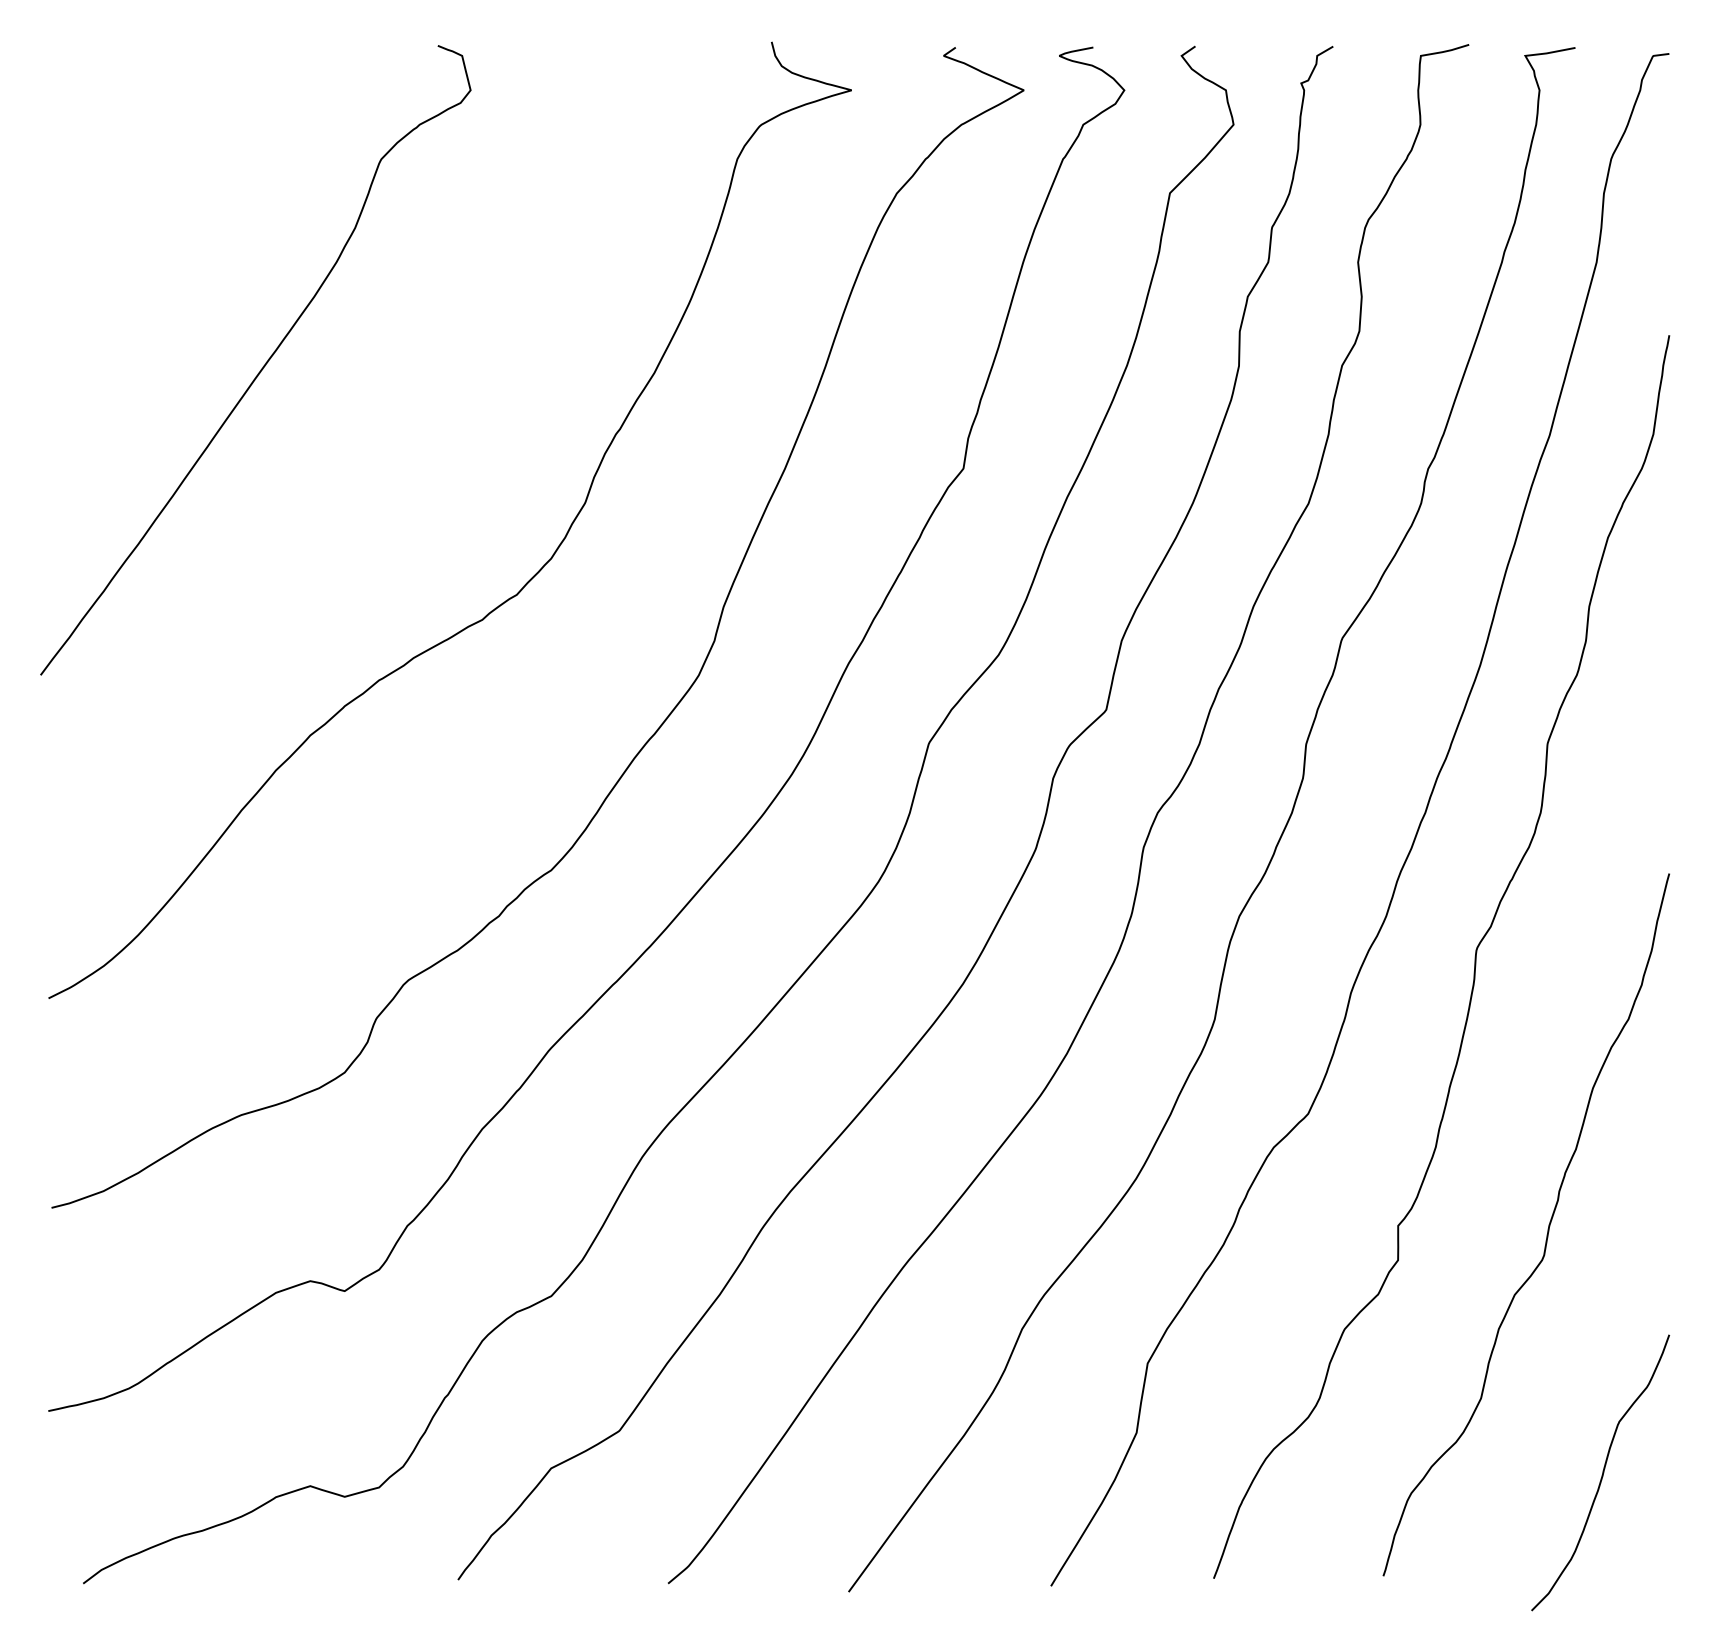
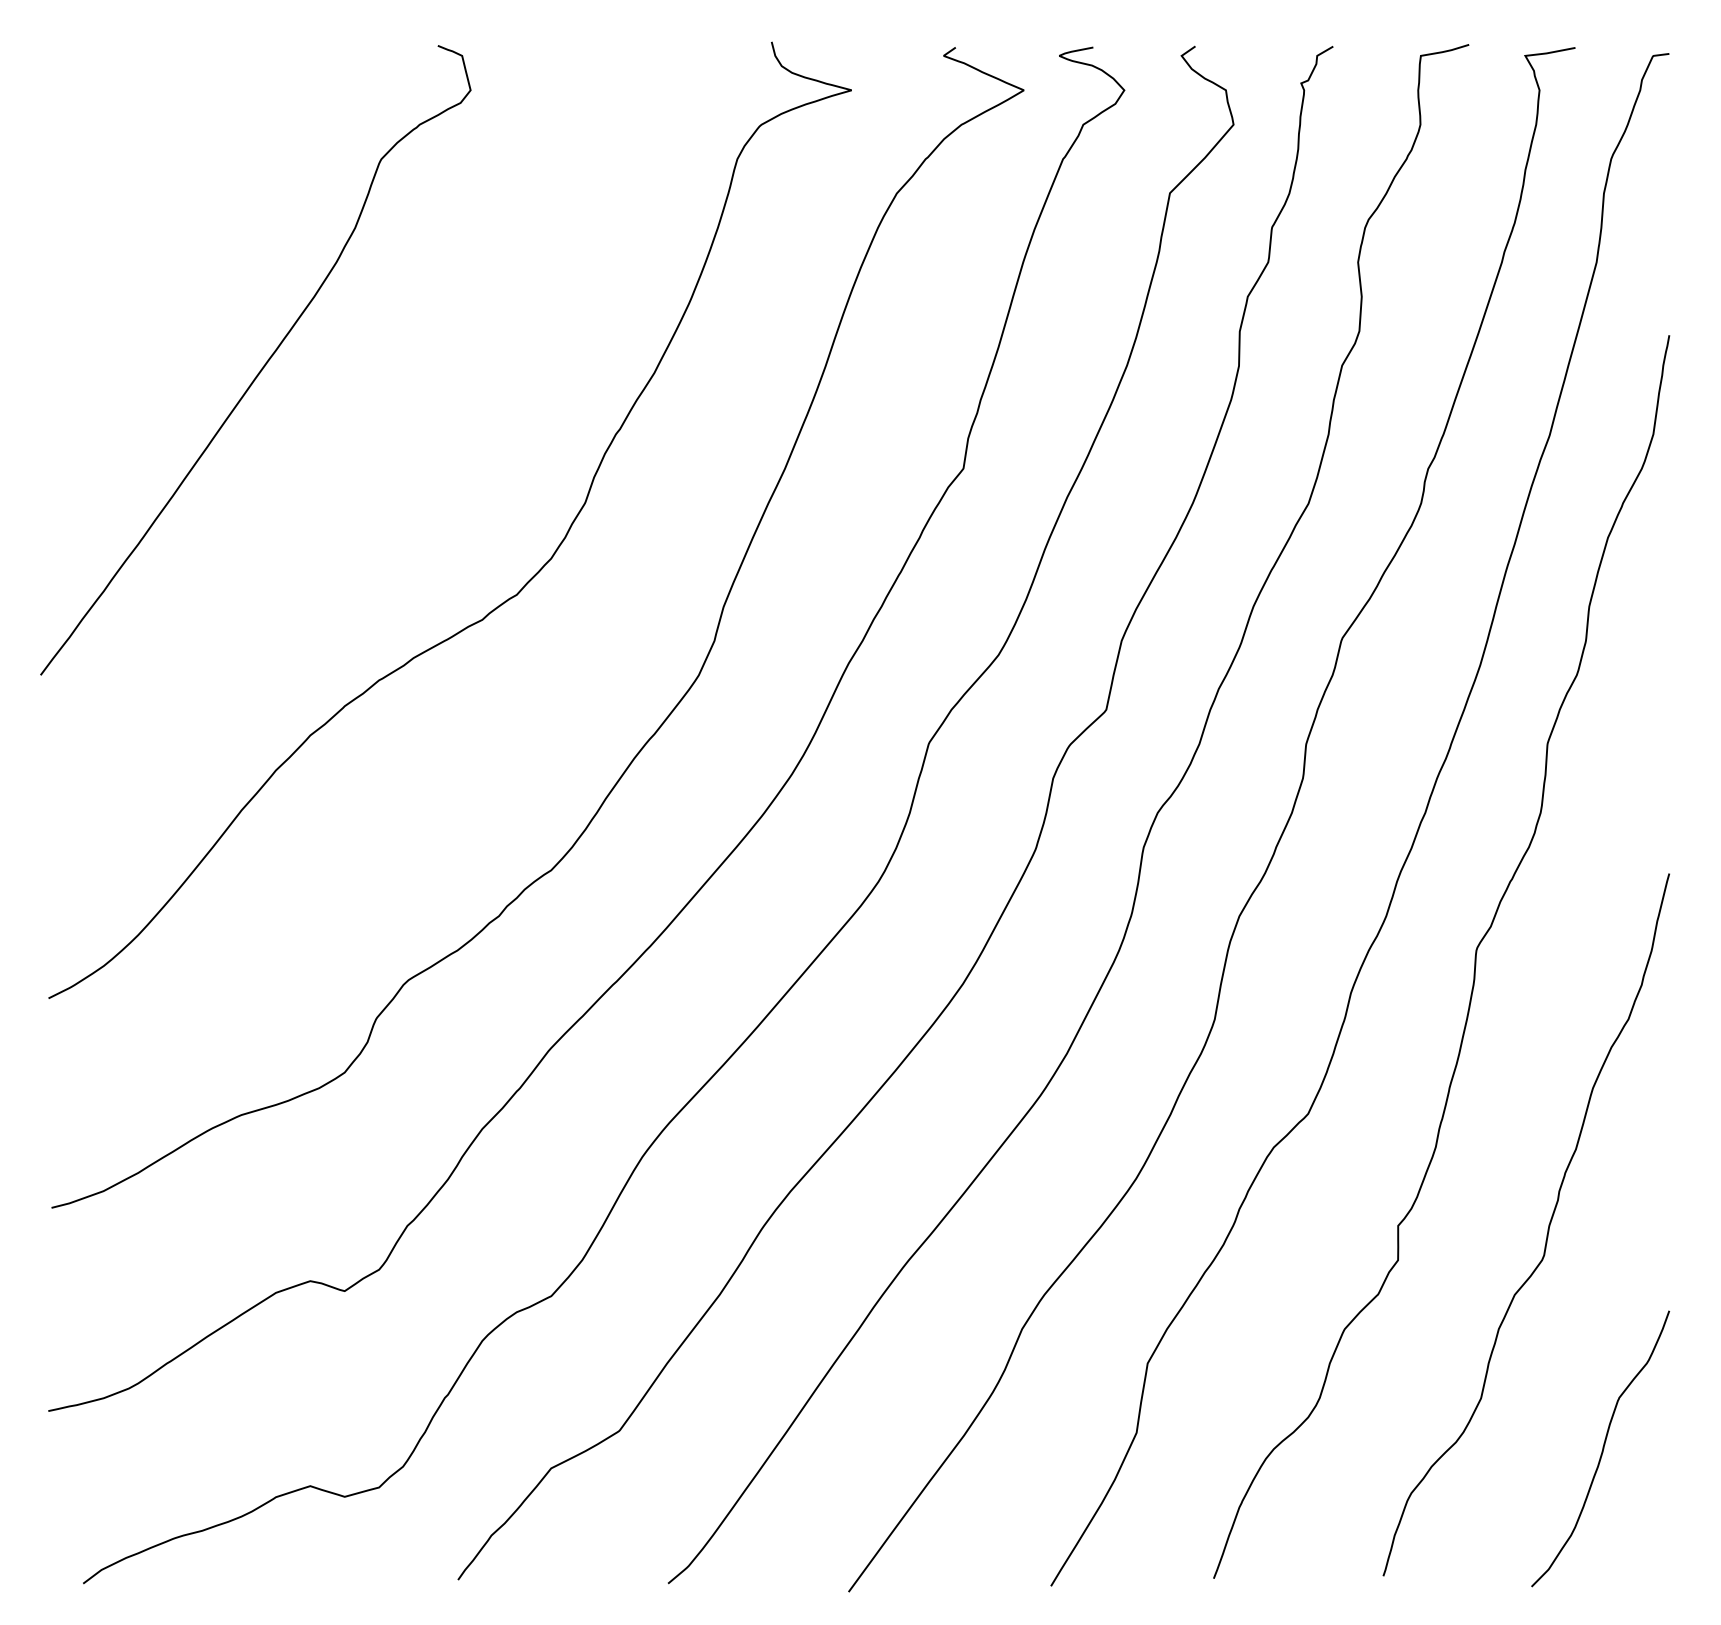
curve at (1602, 1472) position: (1602, 1472) -> (1602, 1448)
